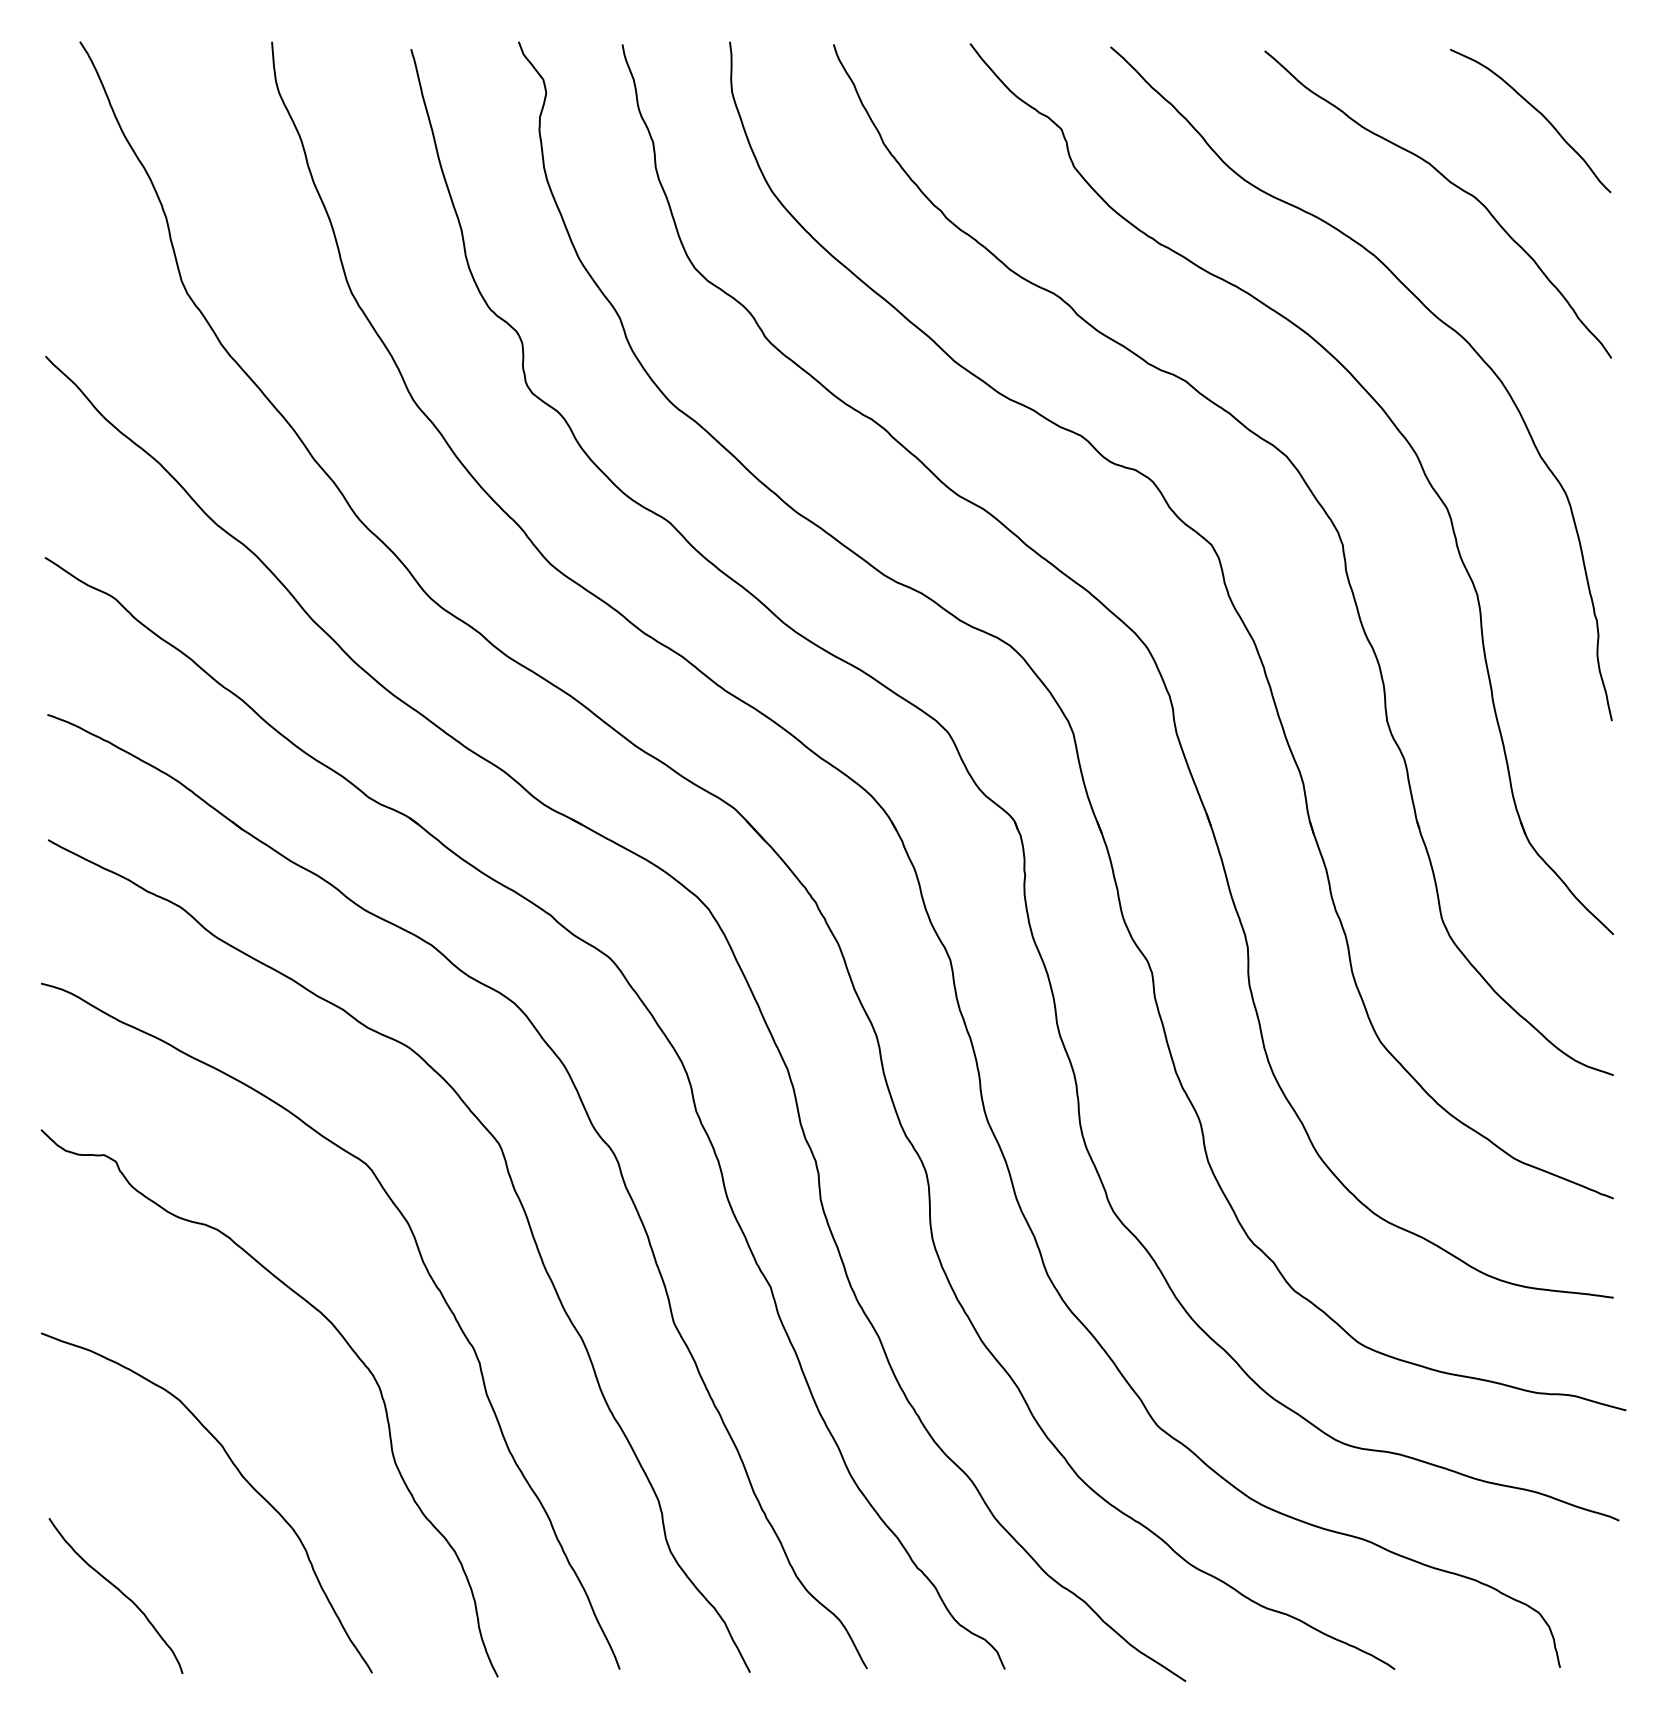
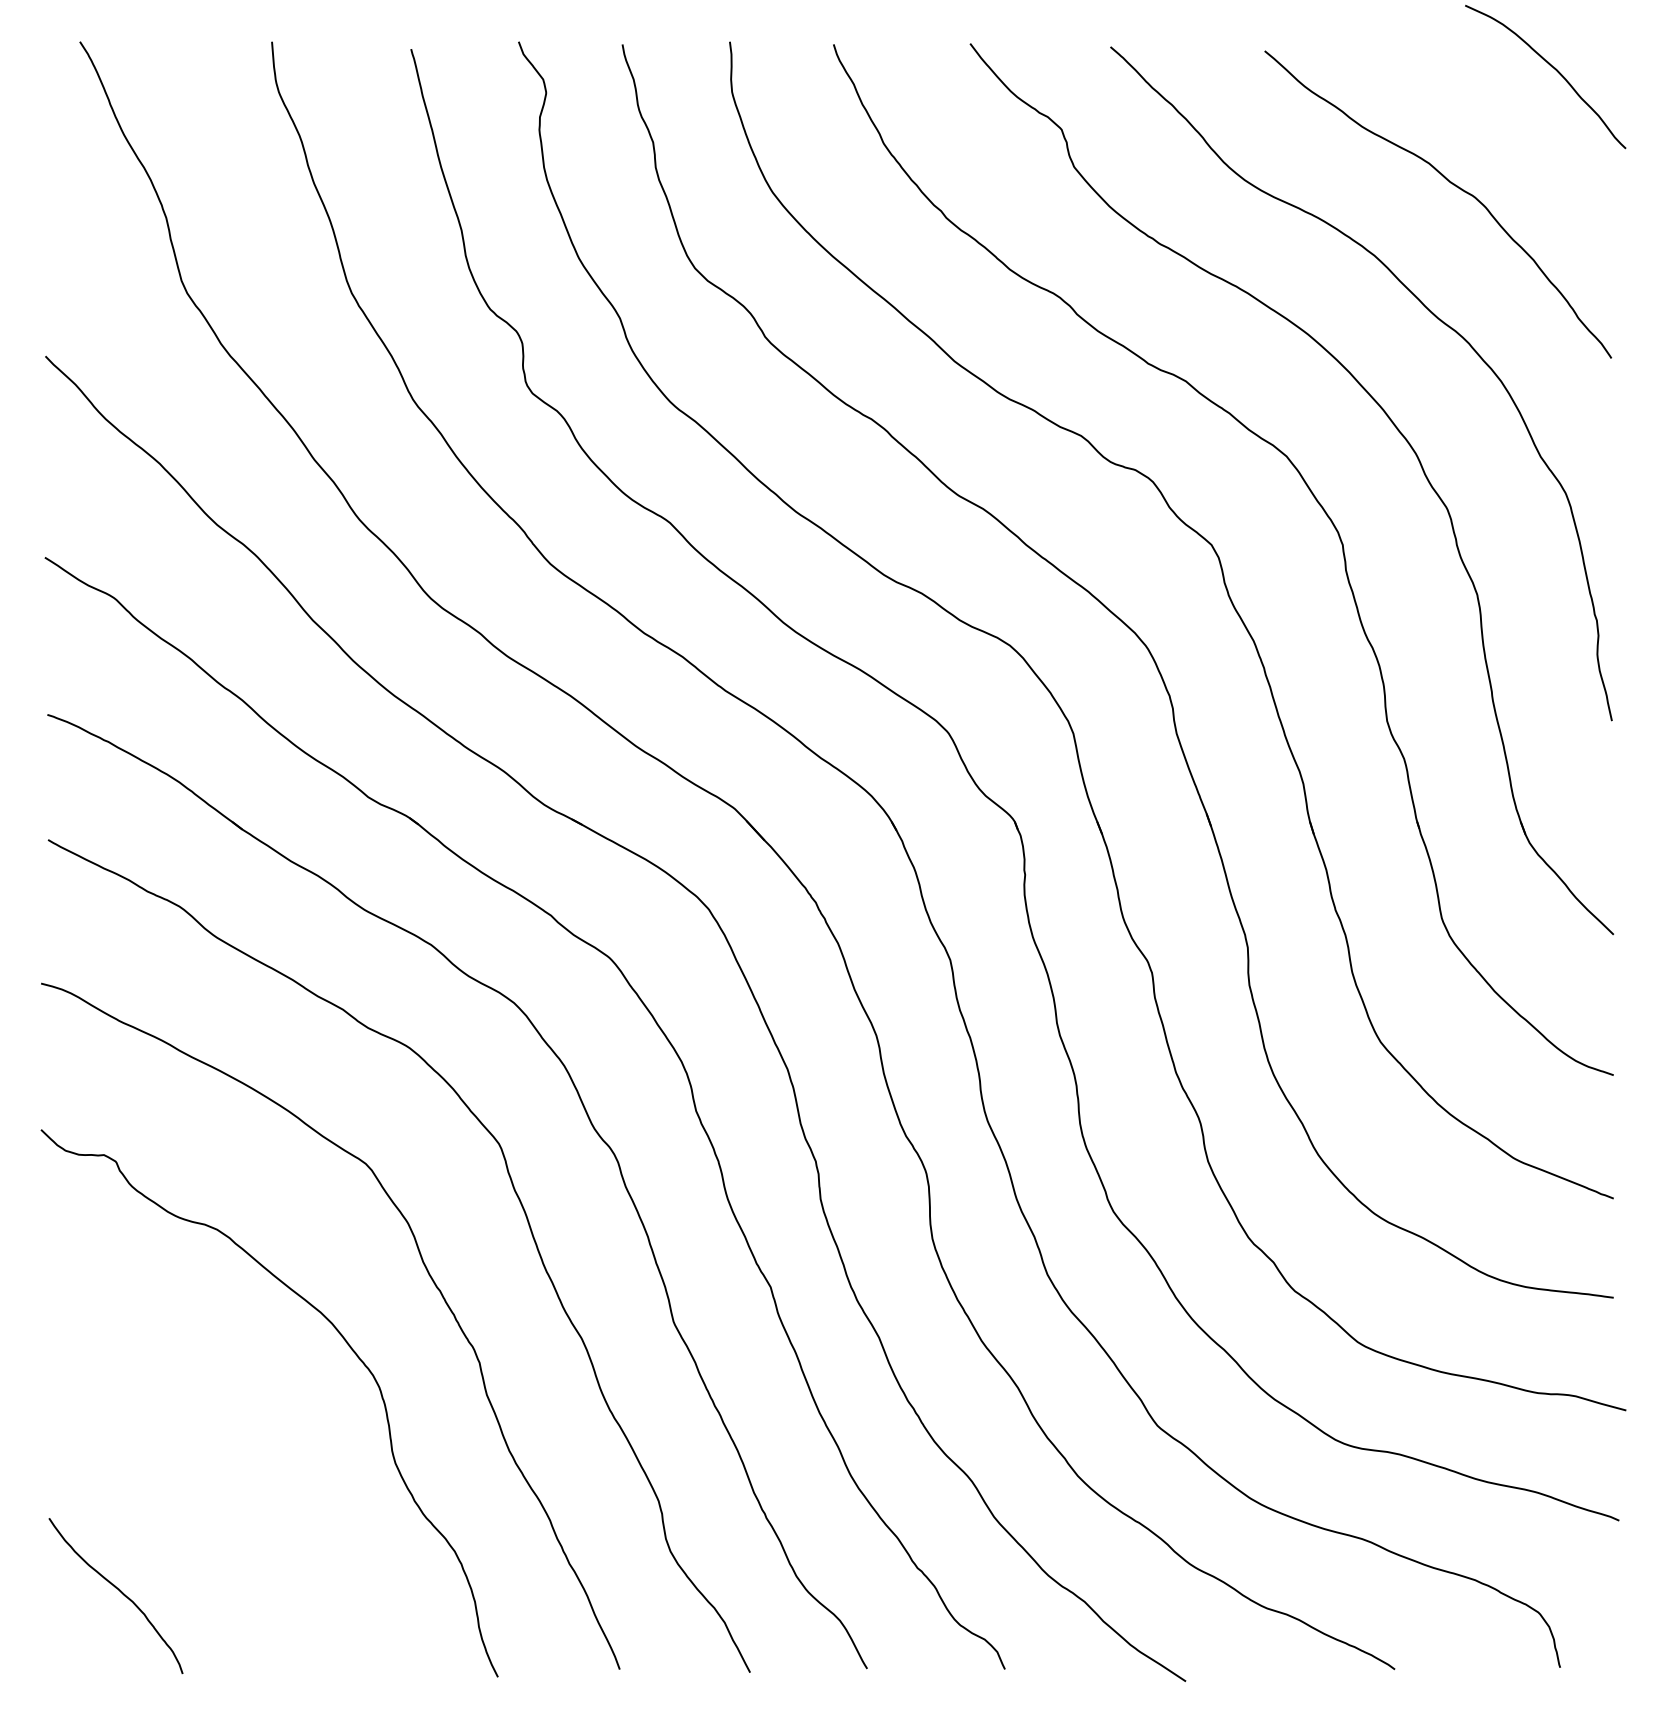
curve at (1535, 110) position: (1535, 110) -> (1550, 66)
curve at (240, 1475): present -> none
